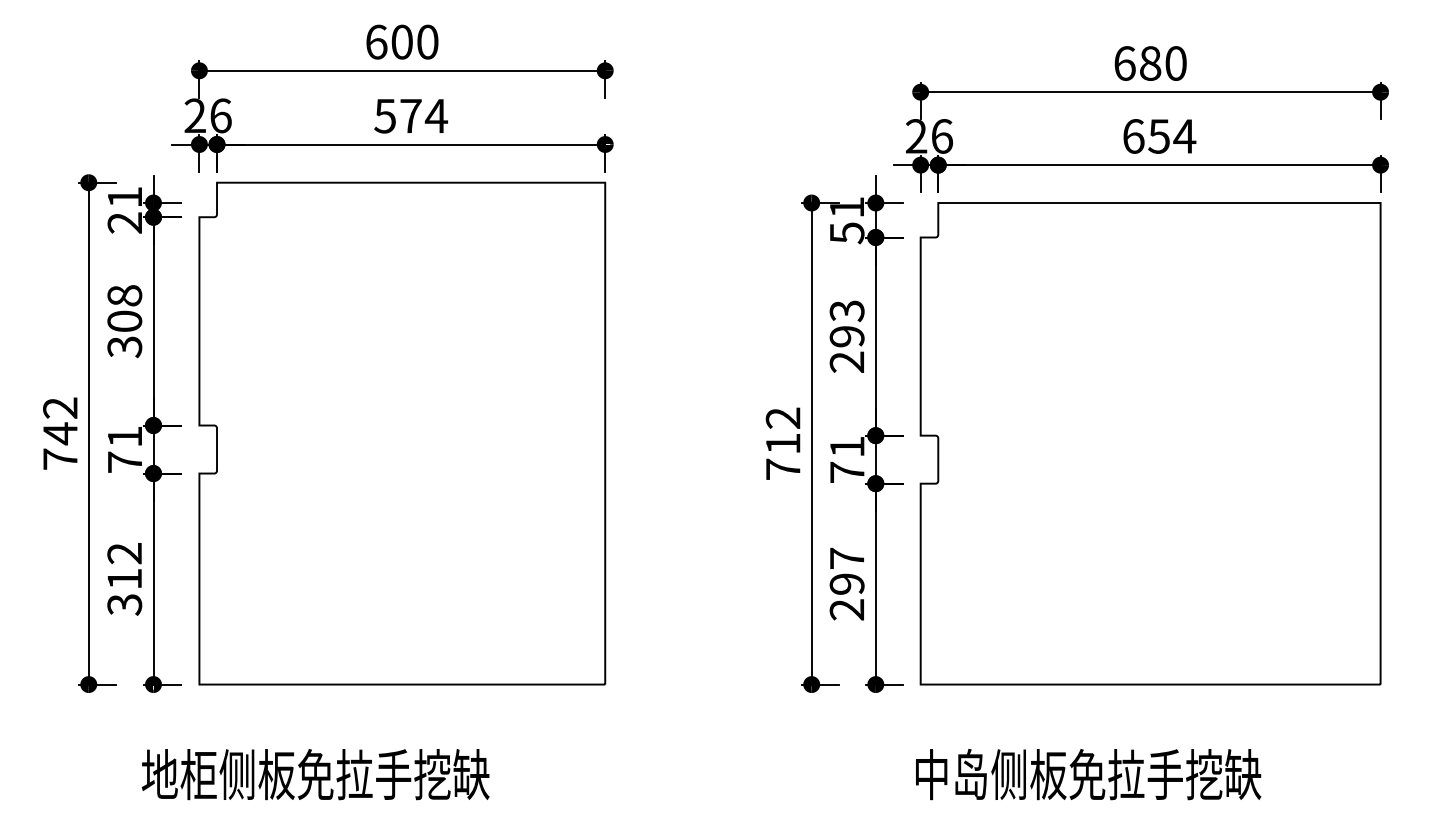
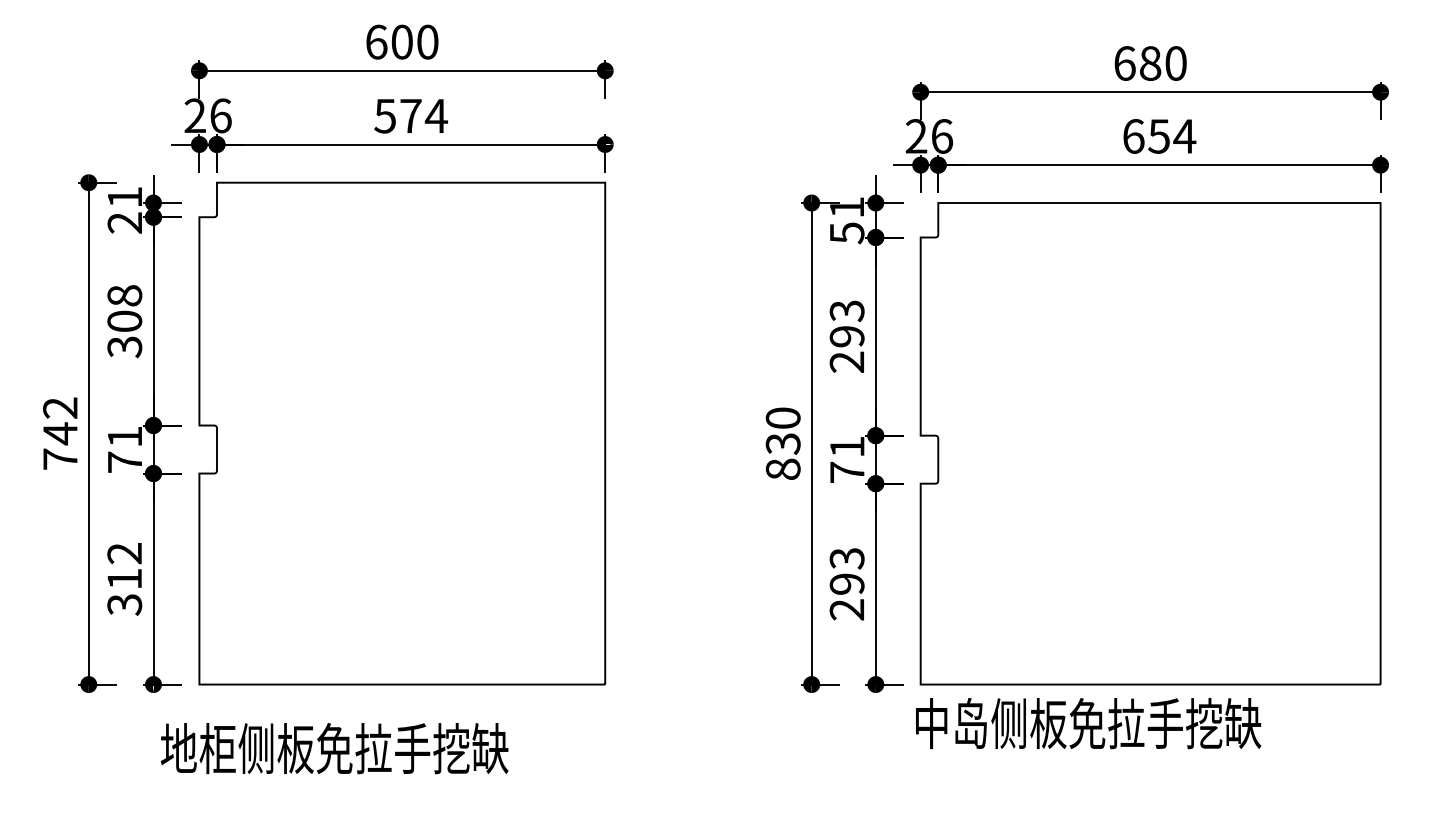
text at (782, 443): 712 -> 830
text at (846, 558): 297 -> 293
text at (315, 774) position: (315, 774) -> (334, 748)
text at (1088, 774) position: (1088, 774) -> (1088, 723)
